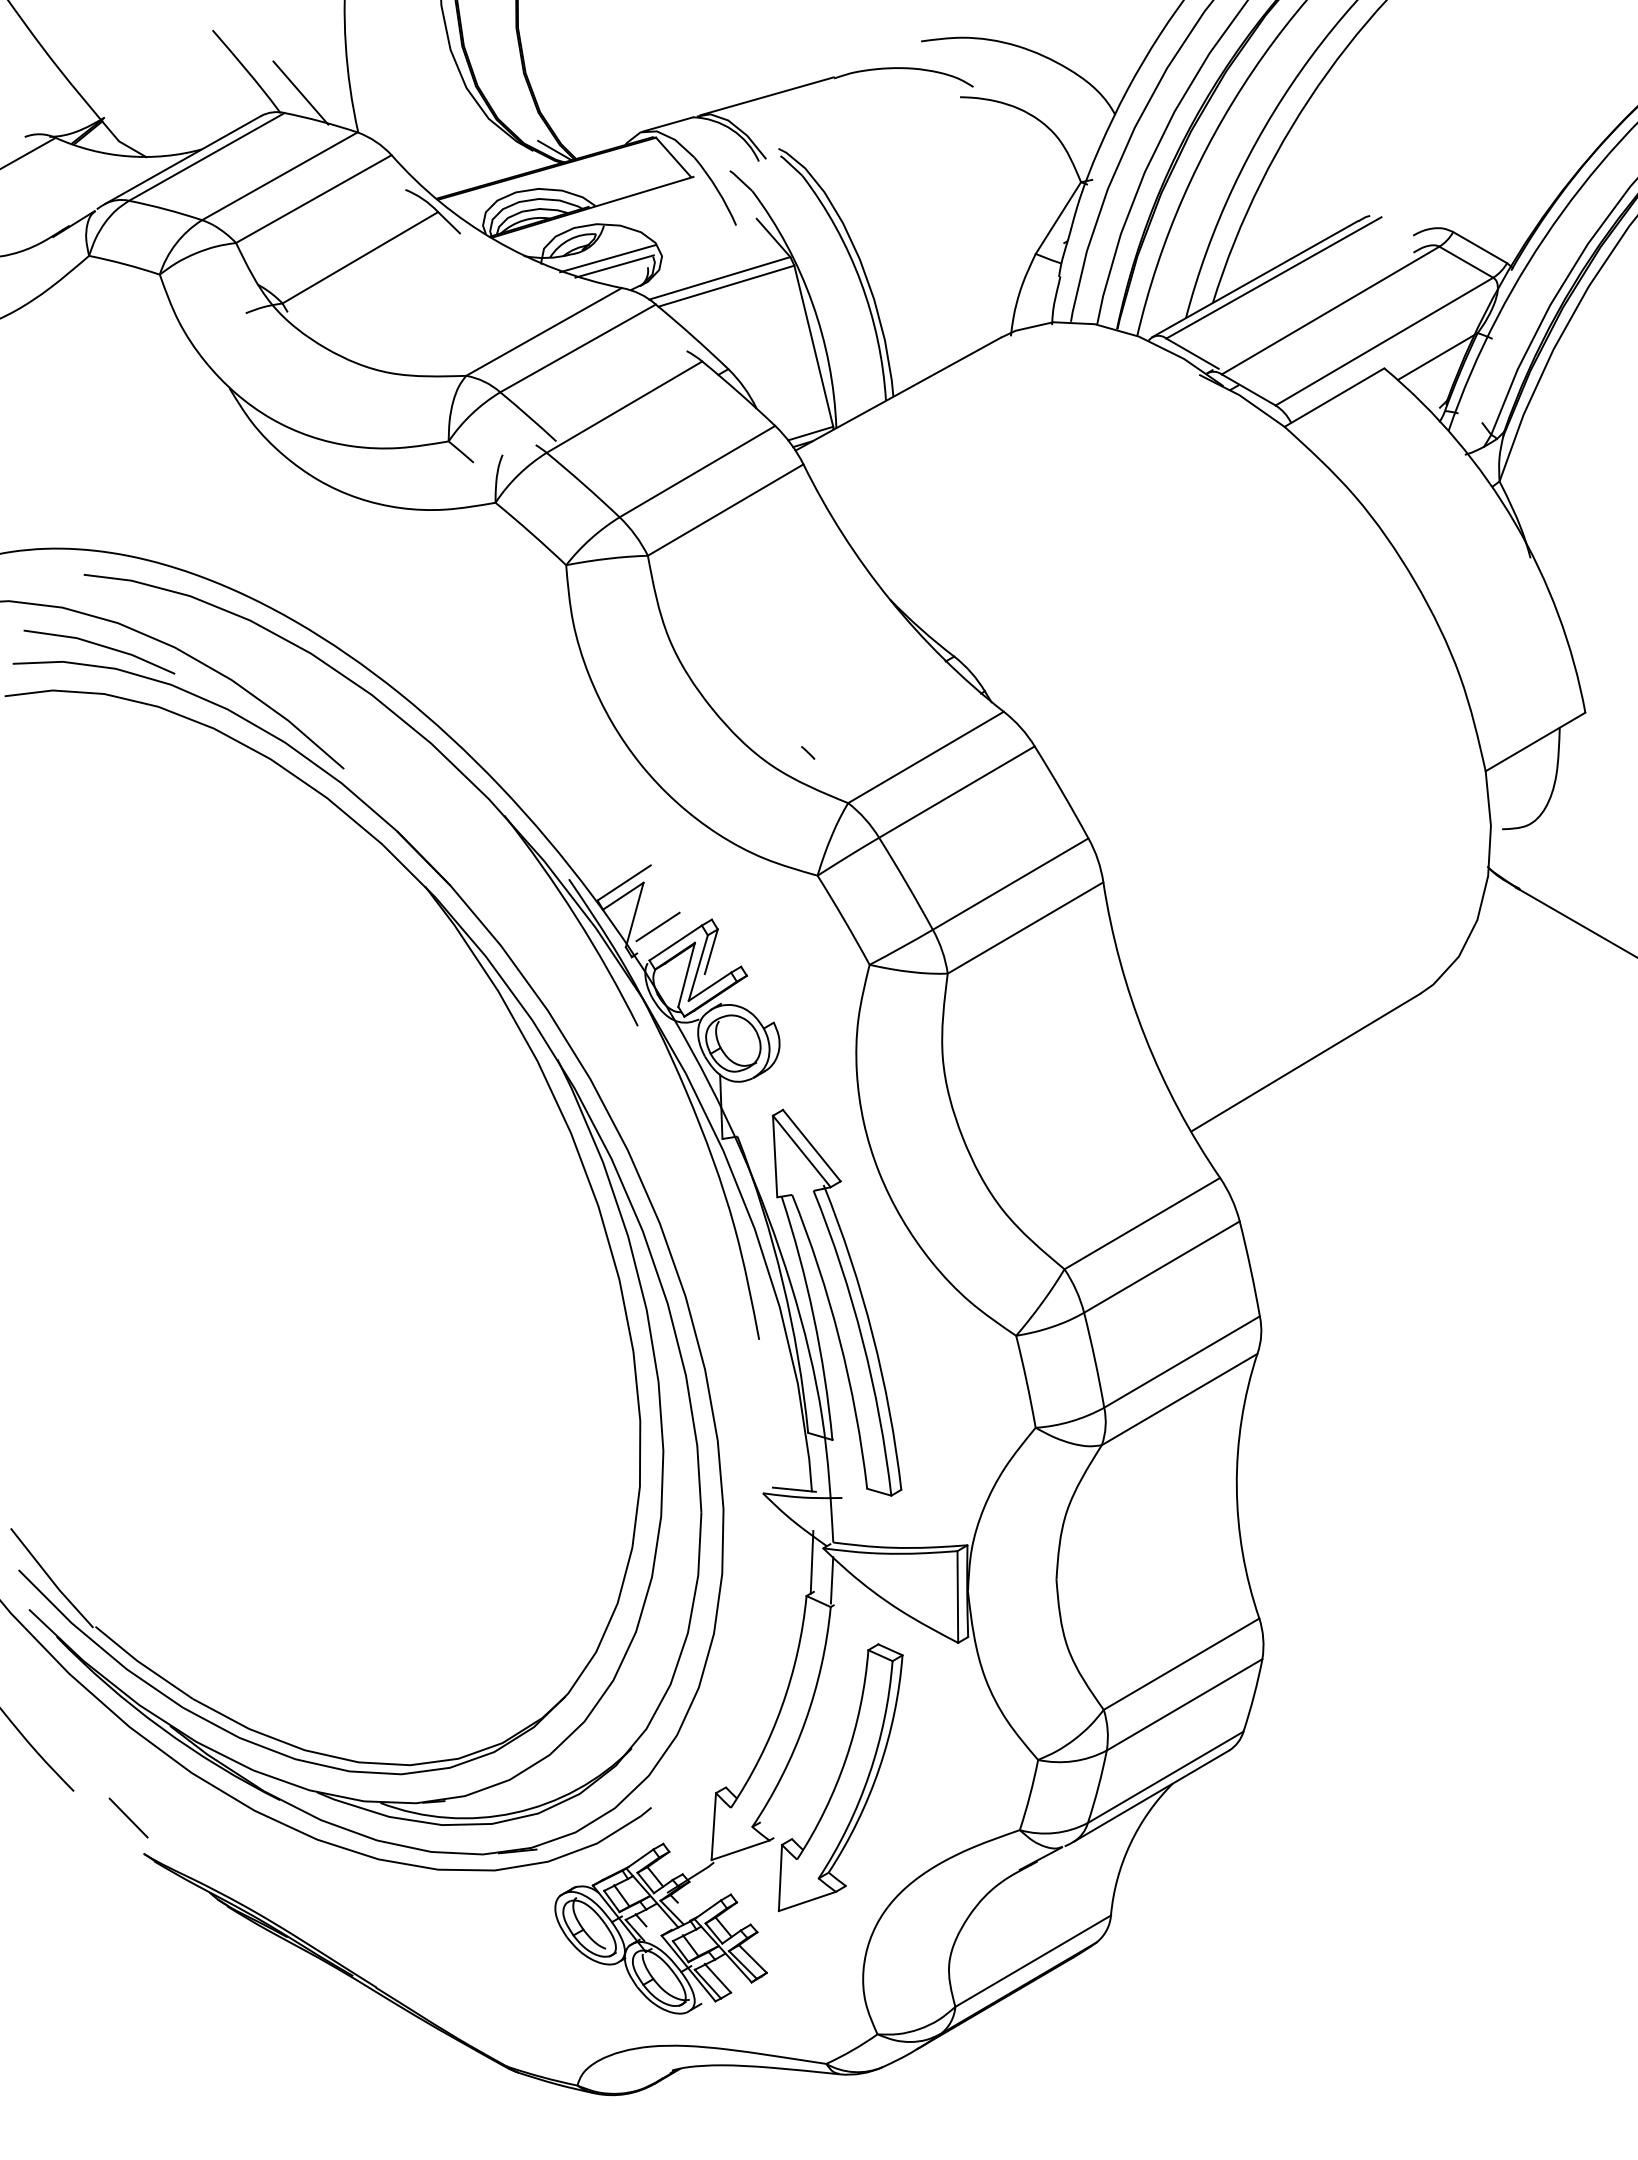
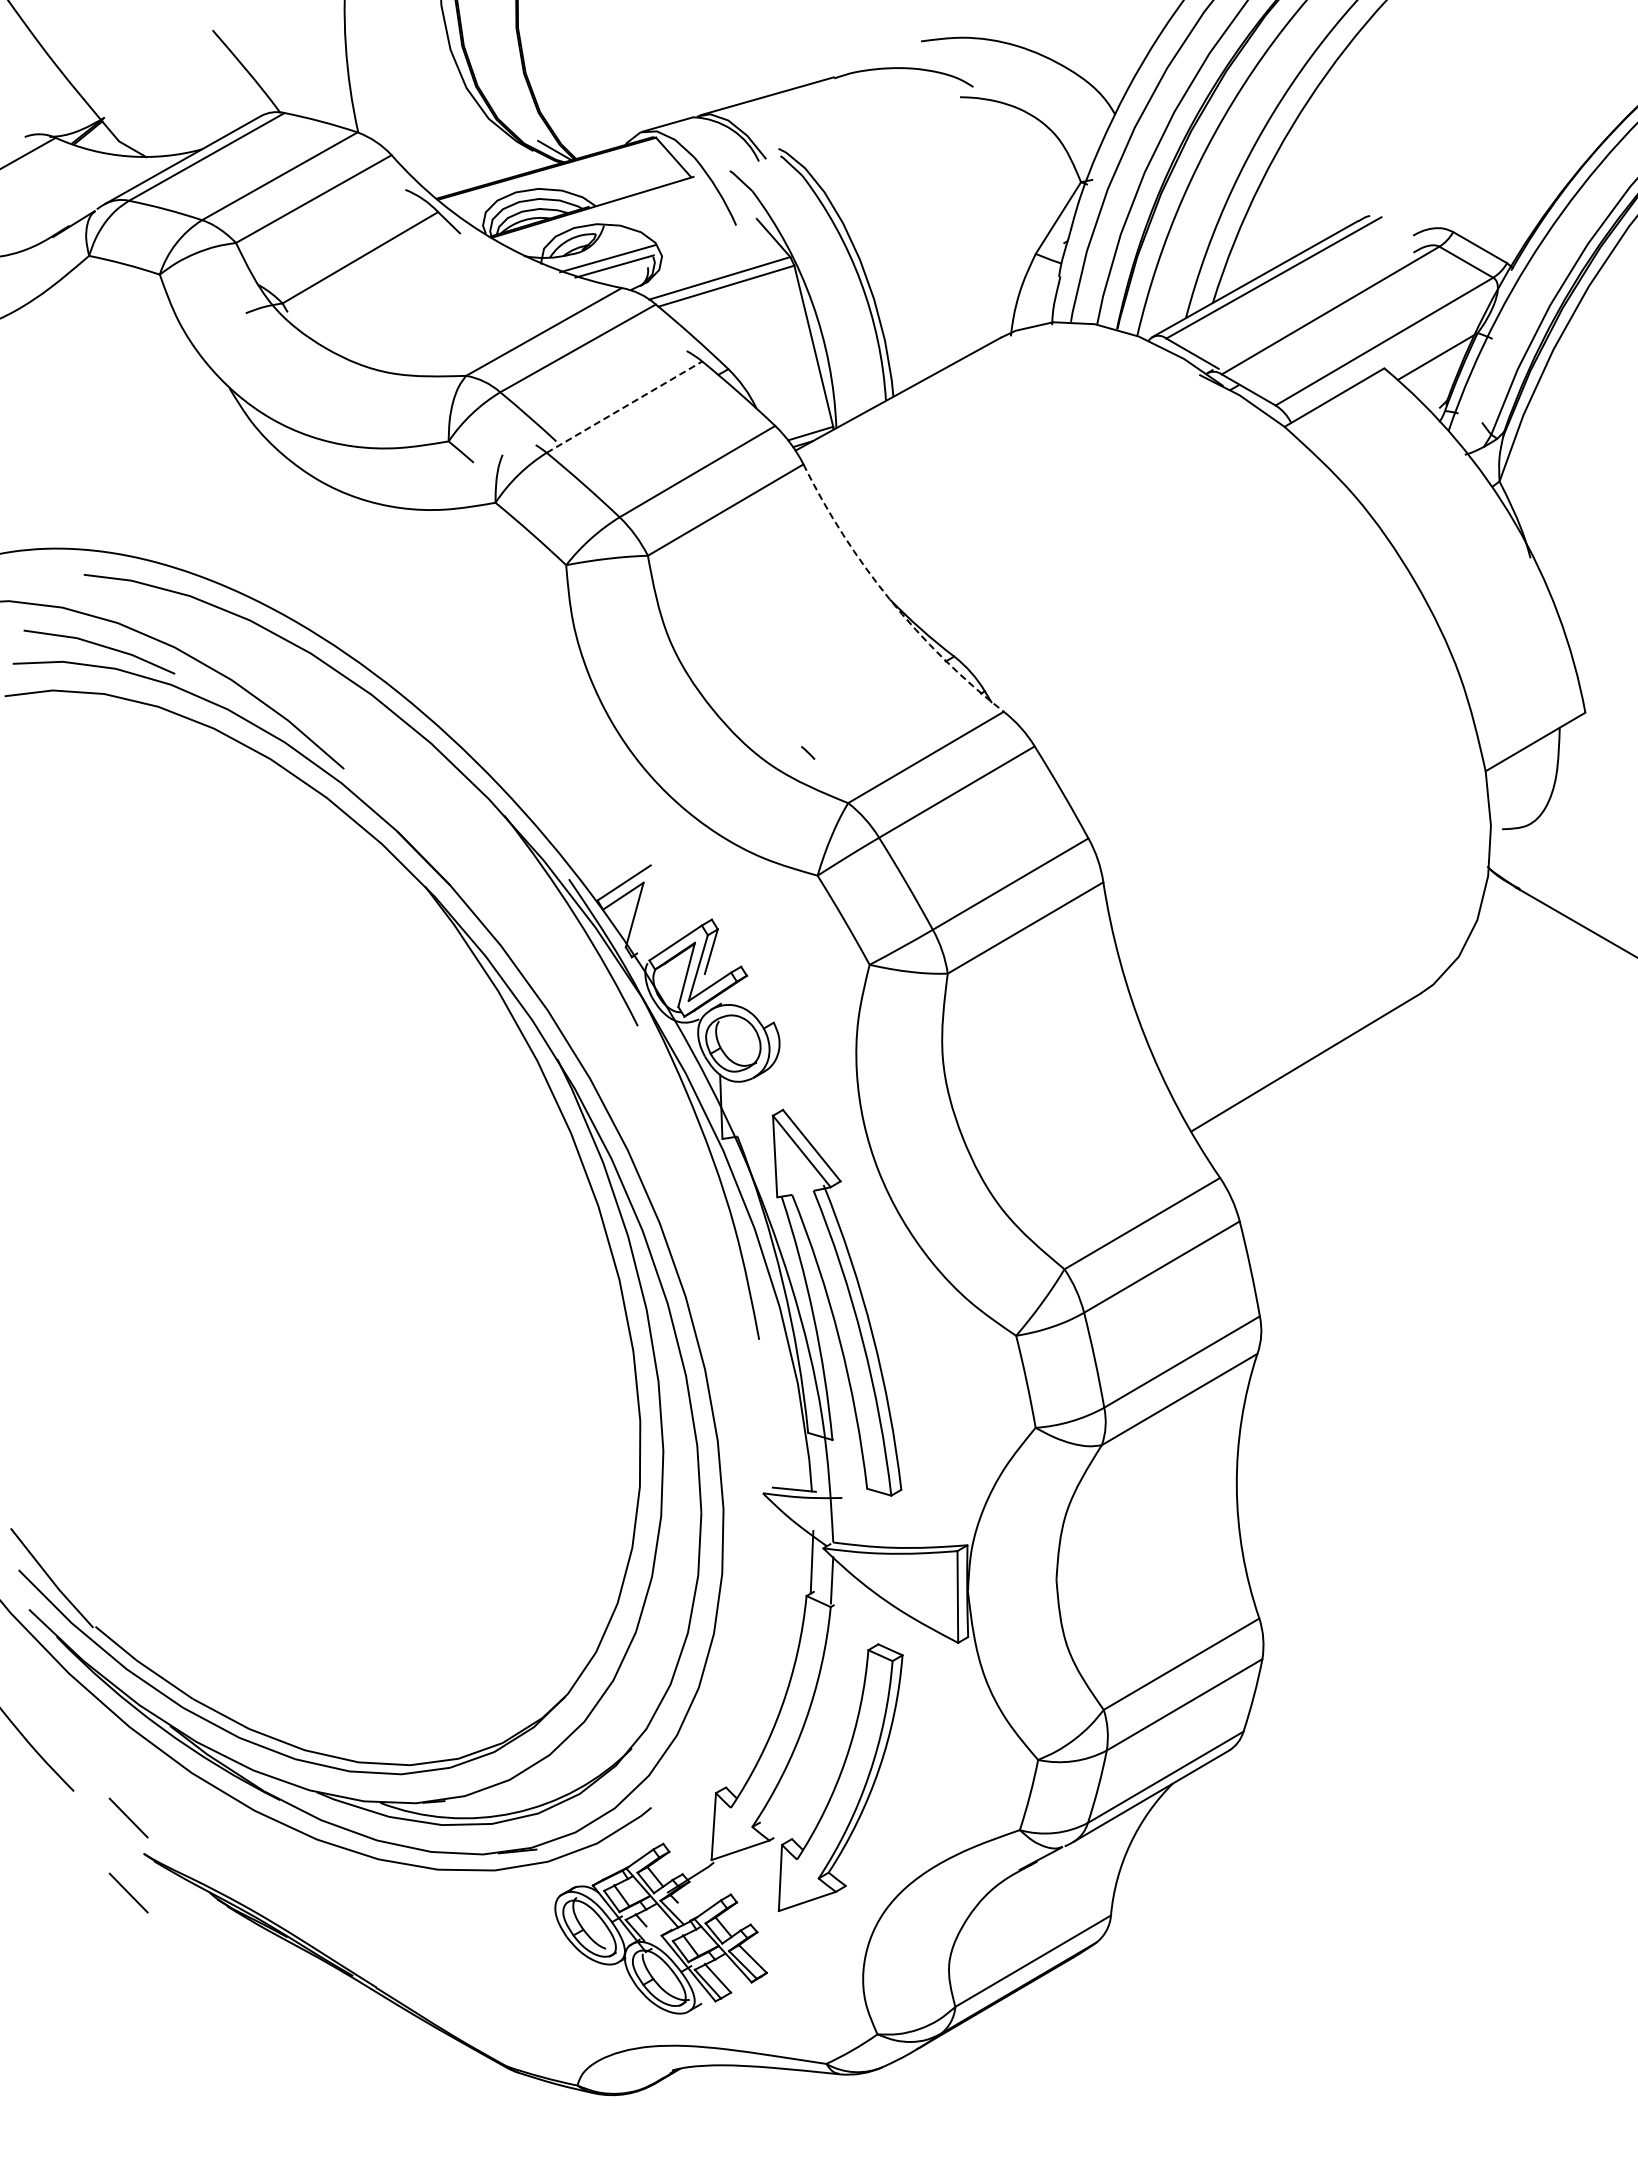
line at (300, 92): present -> none
line at (624, 406): solid -> dashed
arc at (889, 599): solid -> dashed
line at (657, 926): present -> none
line at (128, 1892): none -> present
